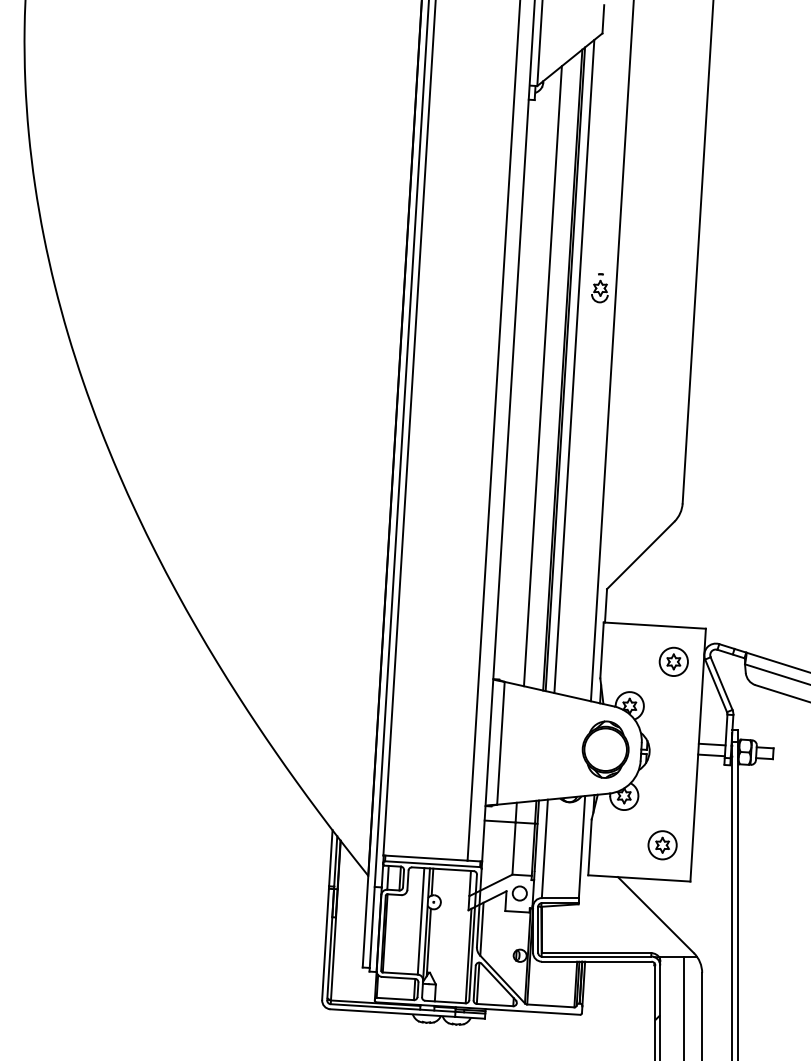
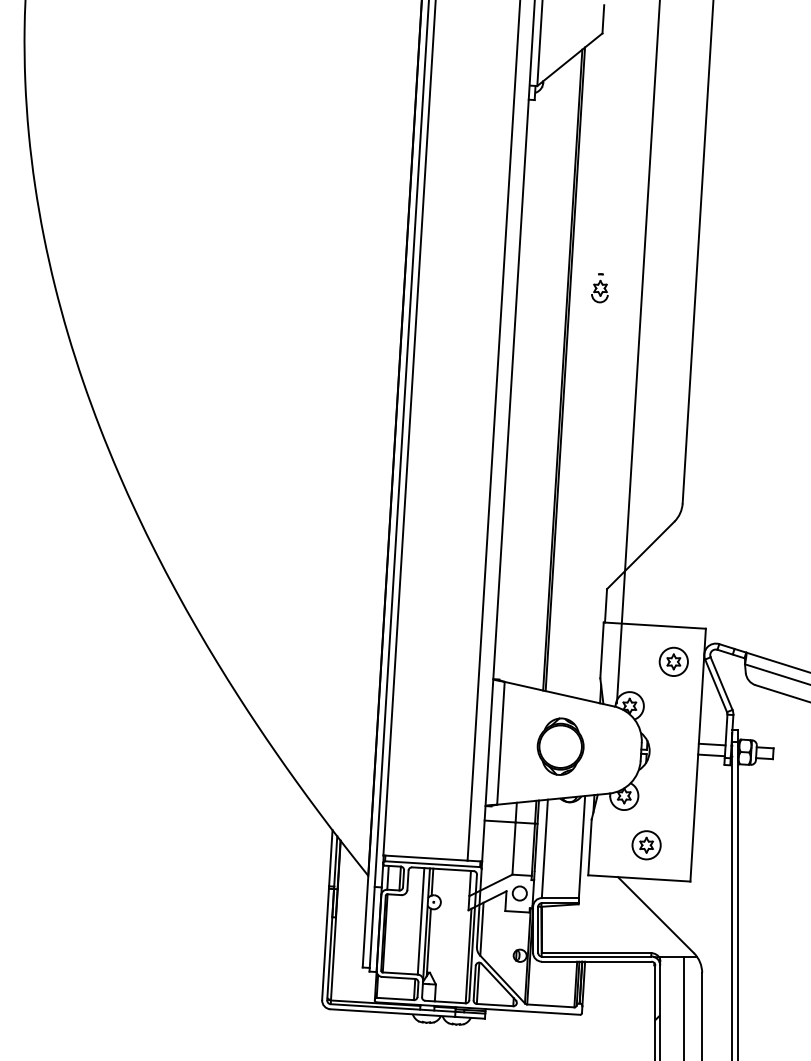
line at (611, 351) position: (611, 351) -> (637, 352)
line at (574, 366): present -> none
line at (542, 376): present -> none
part at (605, 749) position: (605, 749) -> (560, 746)
part at (662, 845) position: (662, 845) -> (646, 845)
